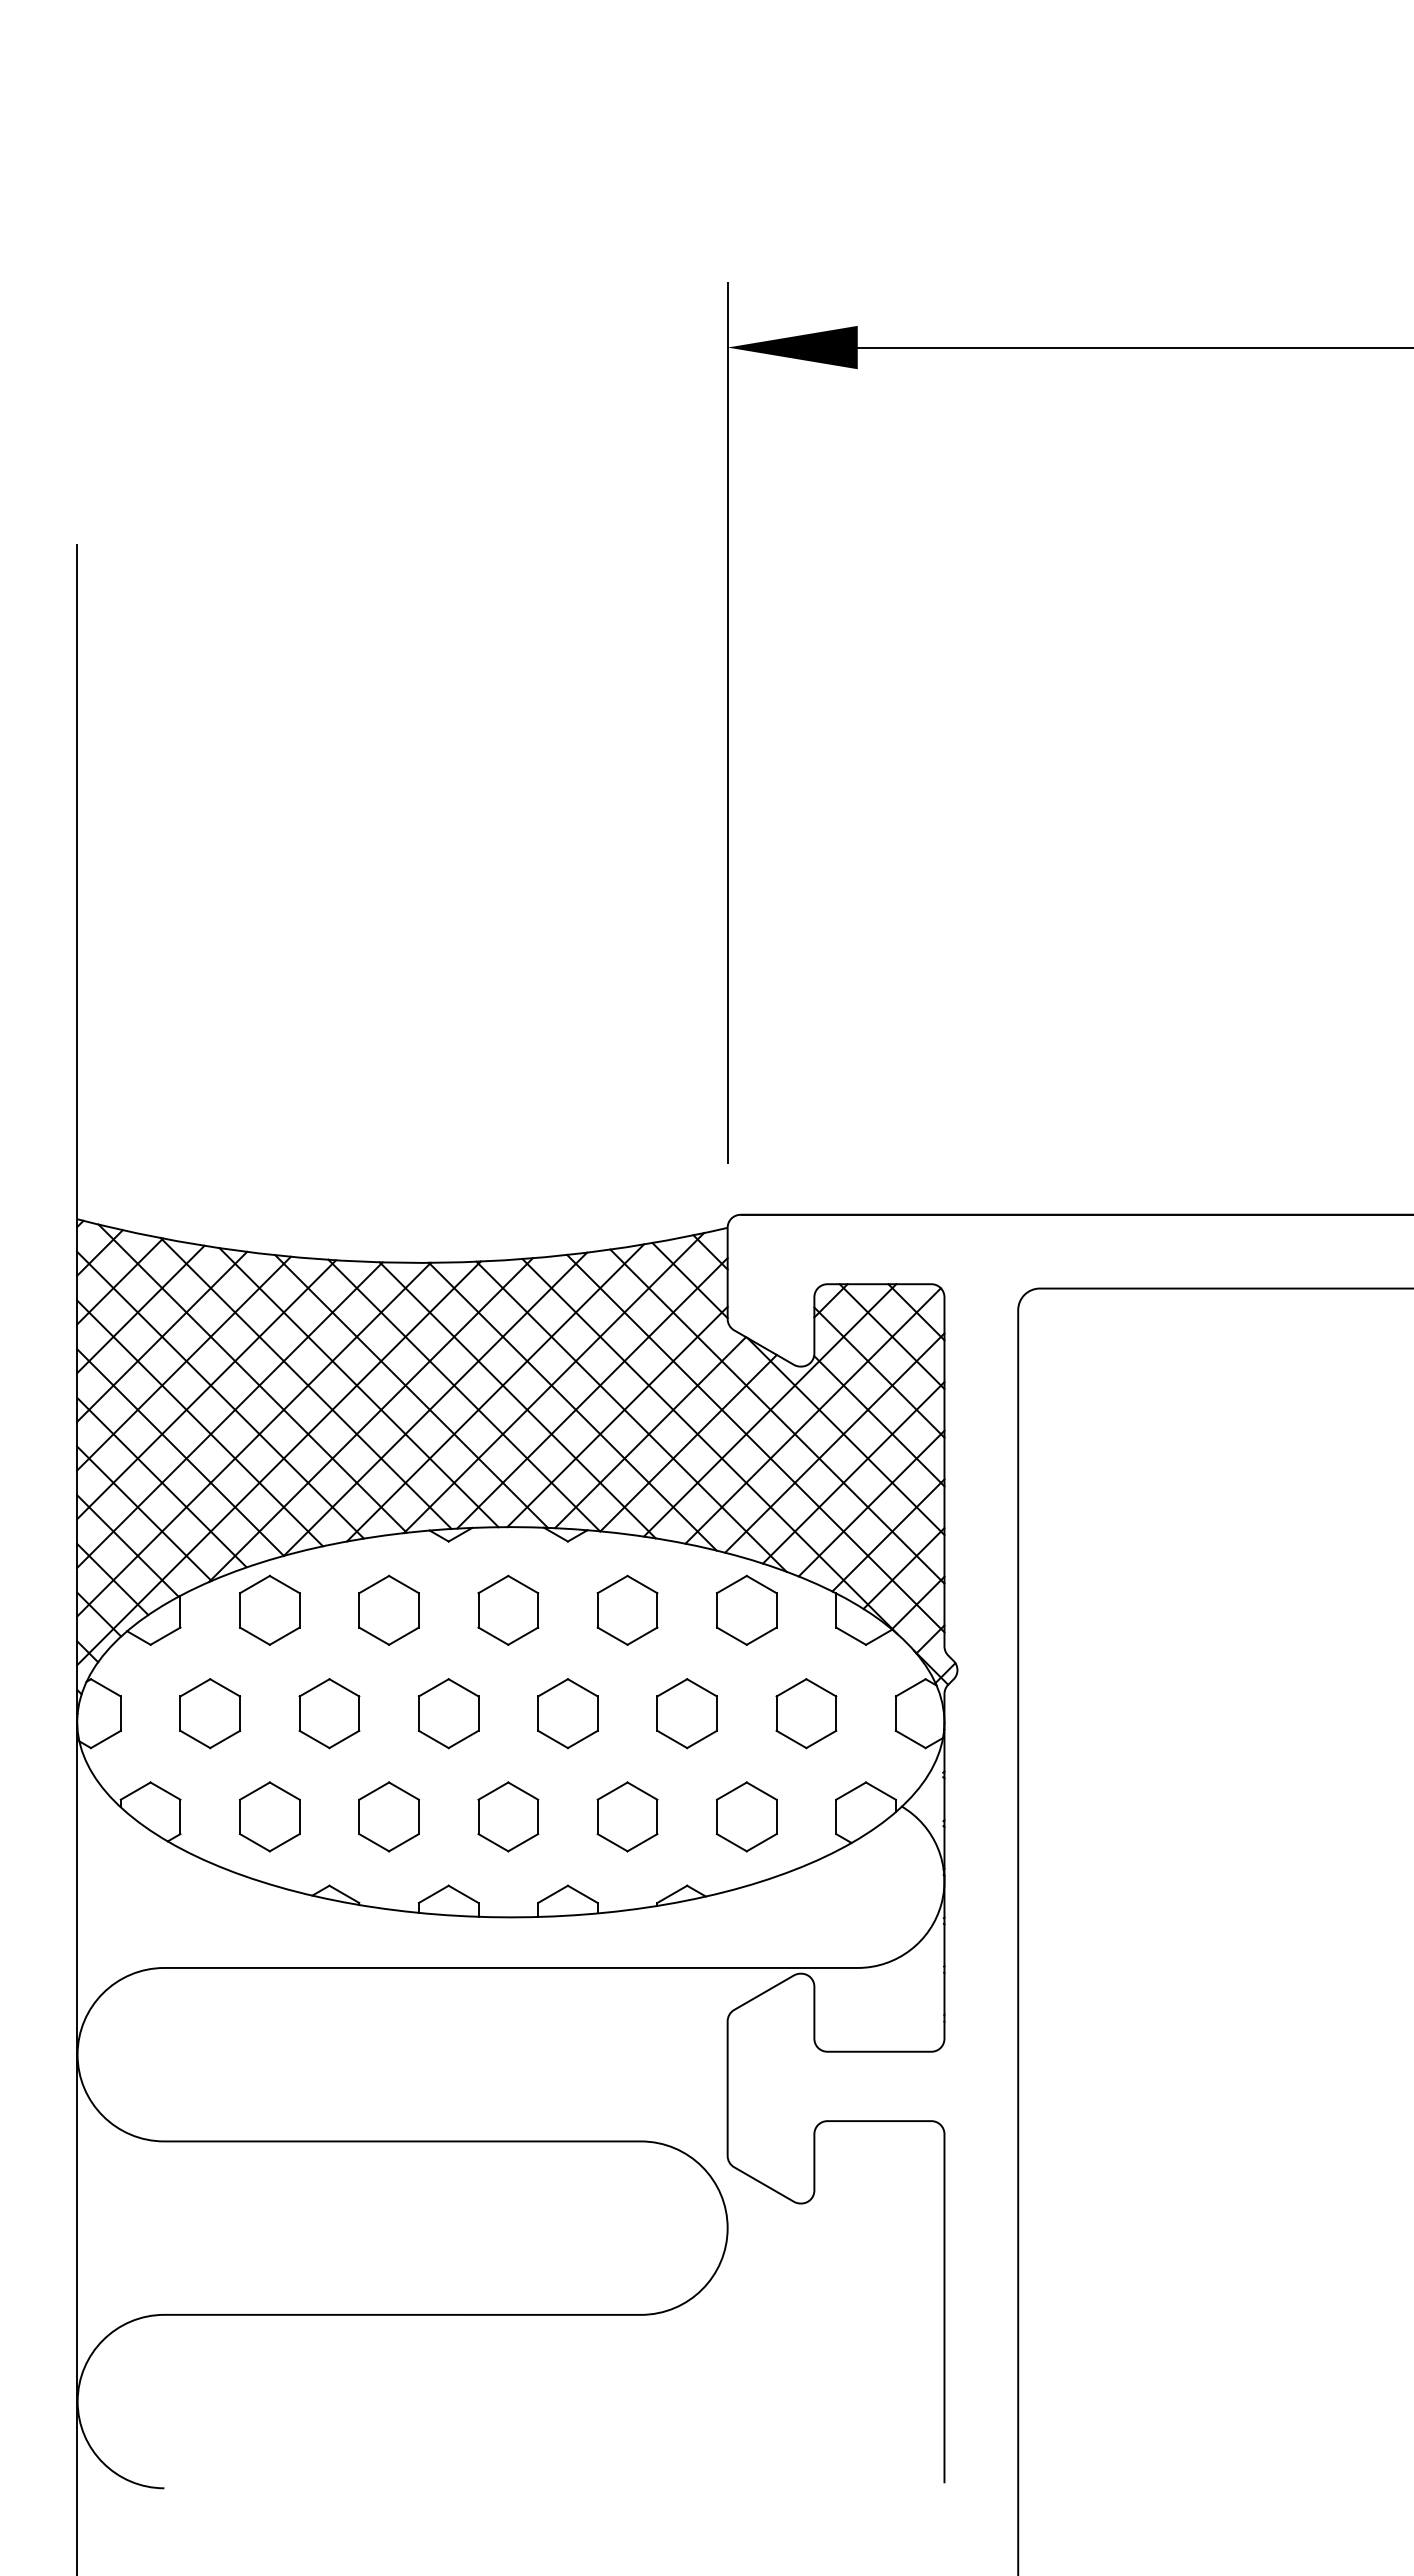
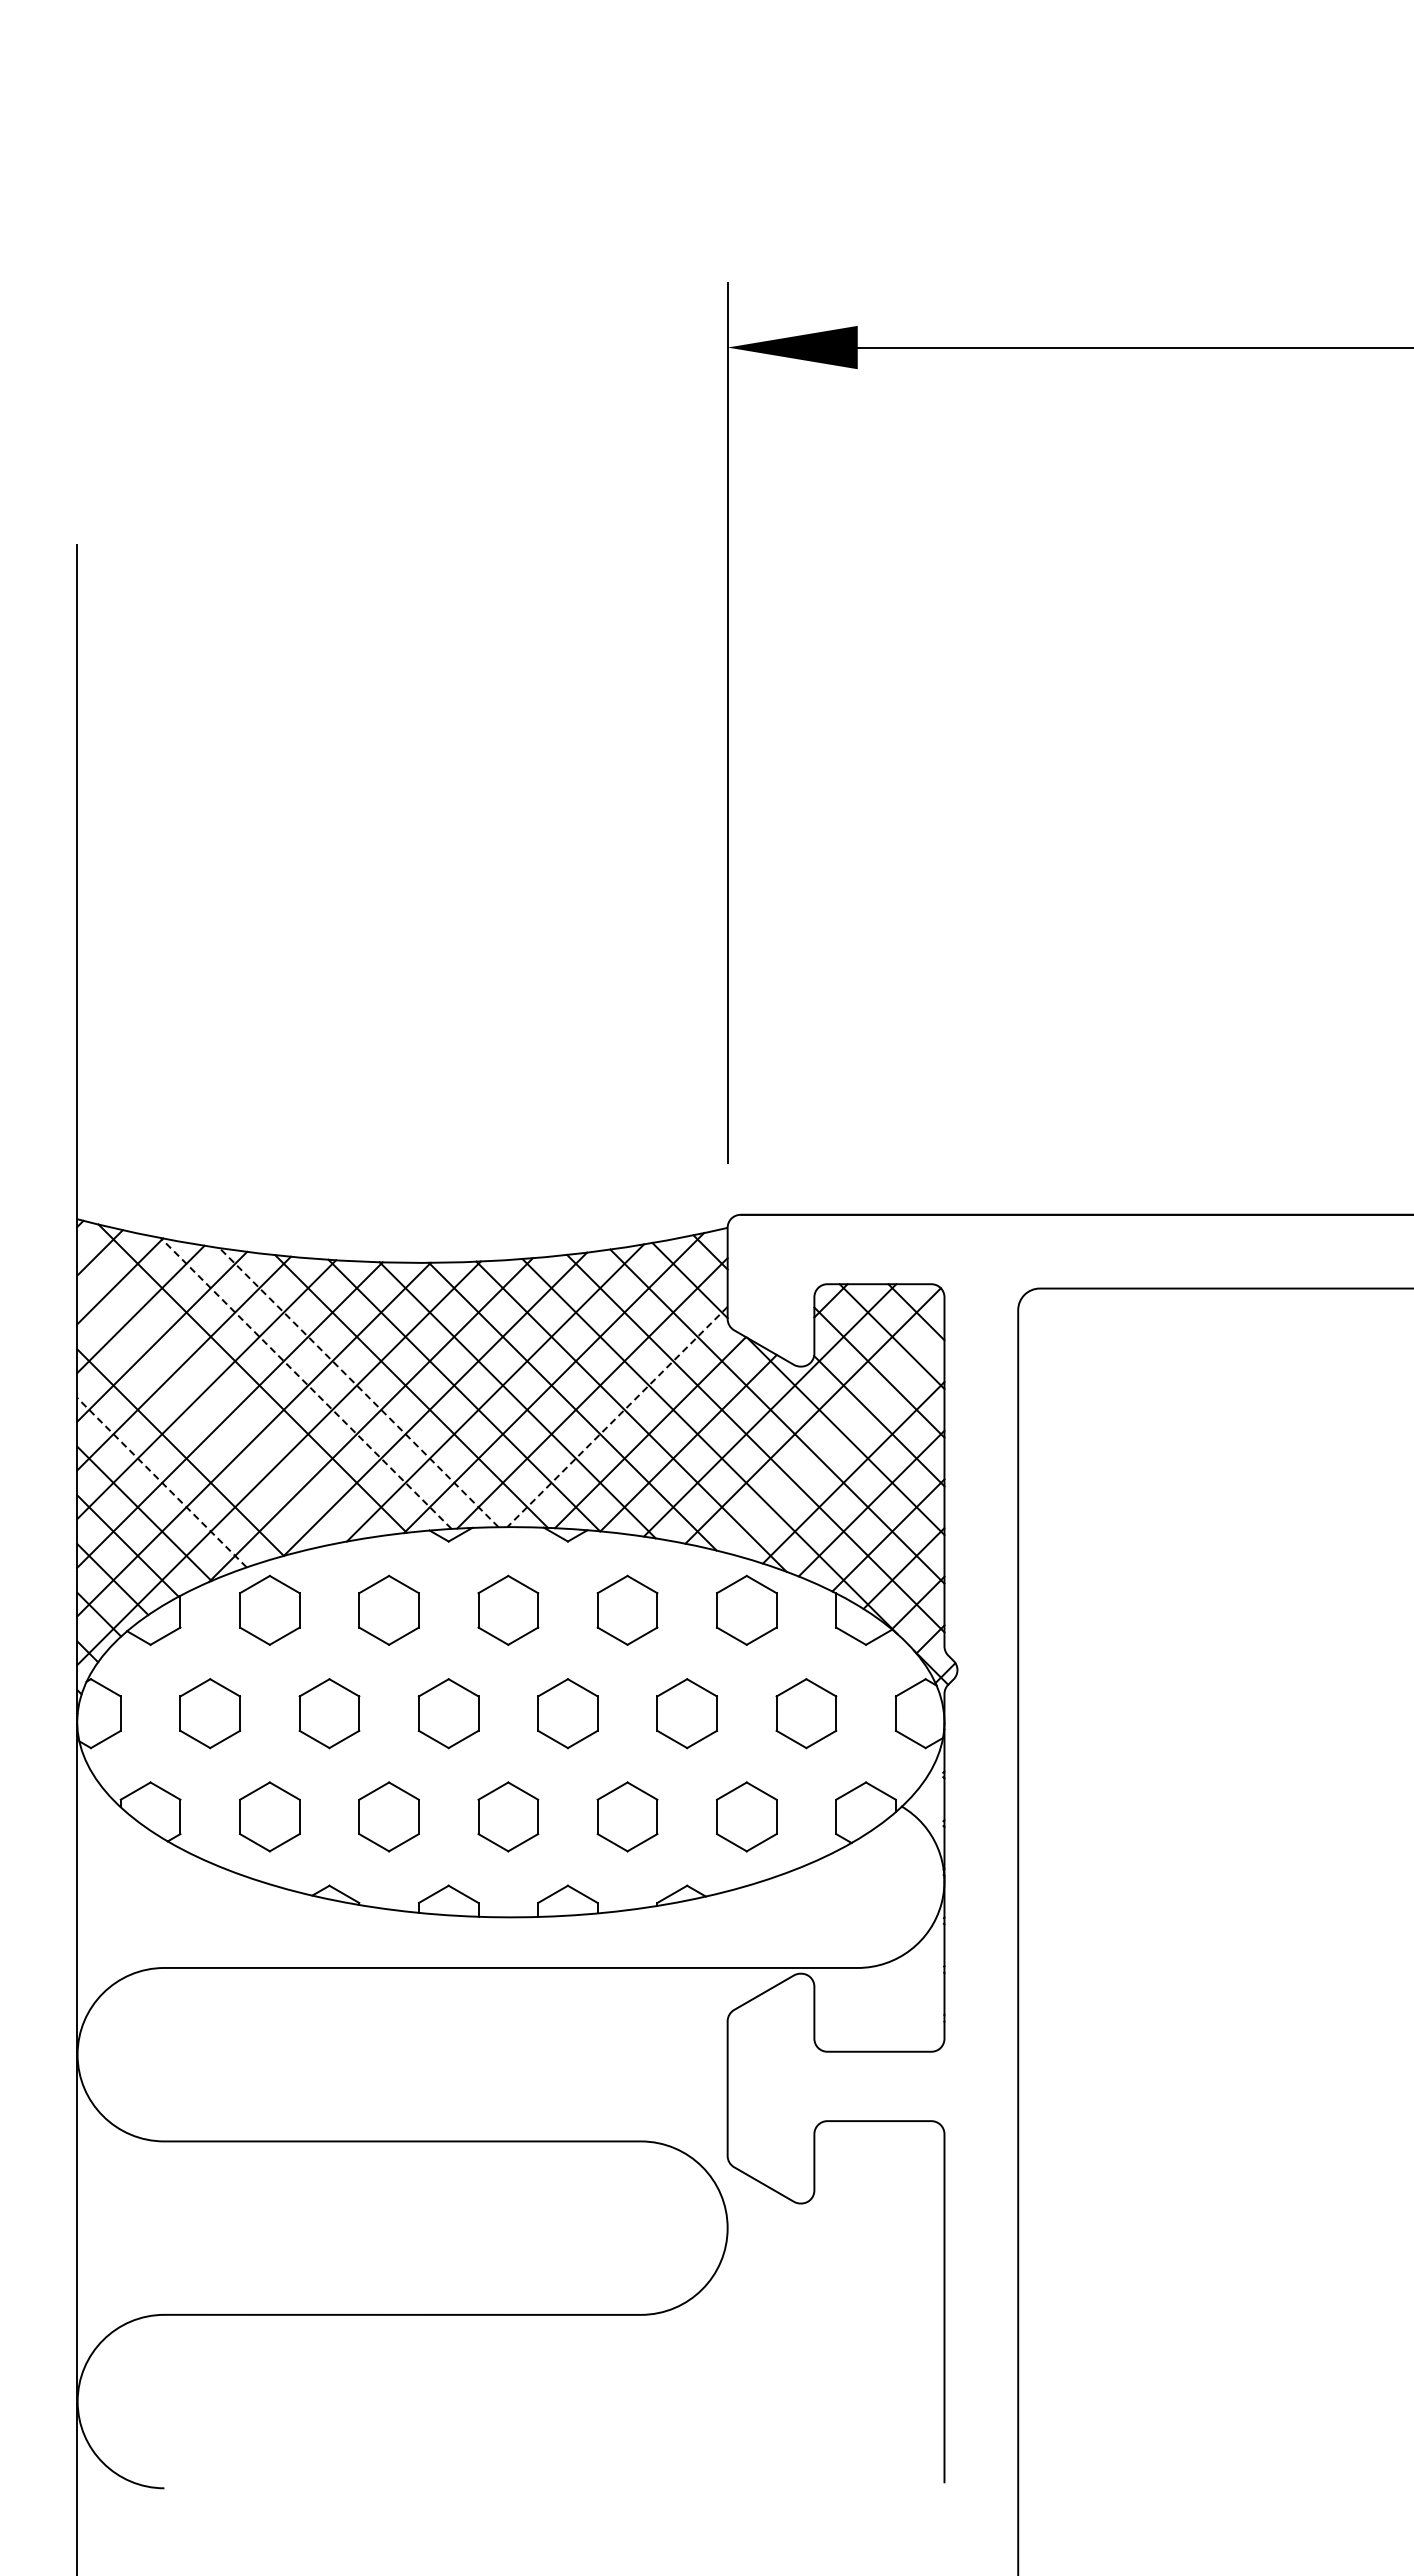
line at (306, 1383): solid -> dashed
line at (358, 1387): solid -> dashed
line at (220, 1394): present -> none
line at (617, 1416): solid -> dashed
line at (199, 1423): present -> none
line at (834, 1442): present -> none
line at (161, 1482): solid -> dashed
